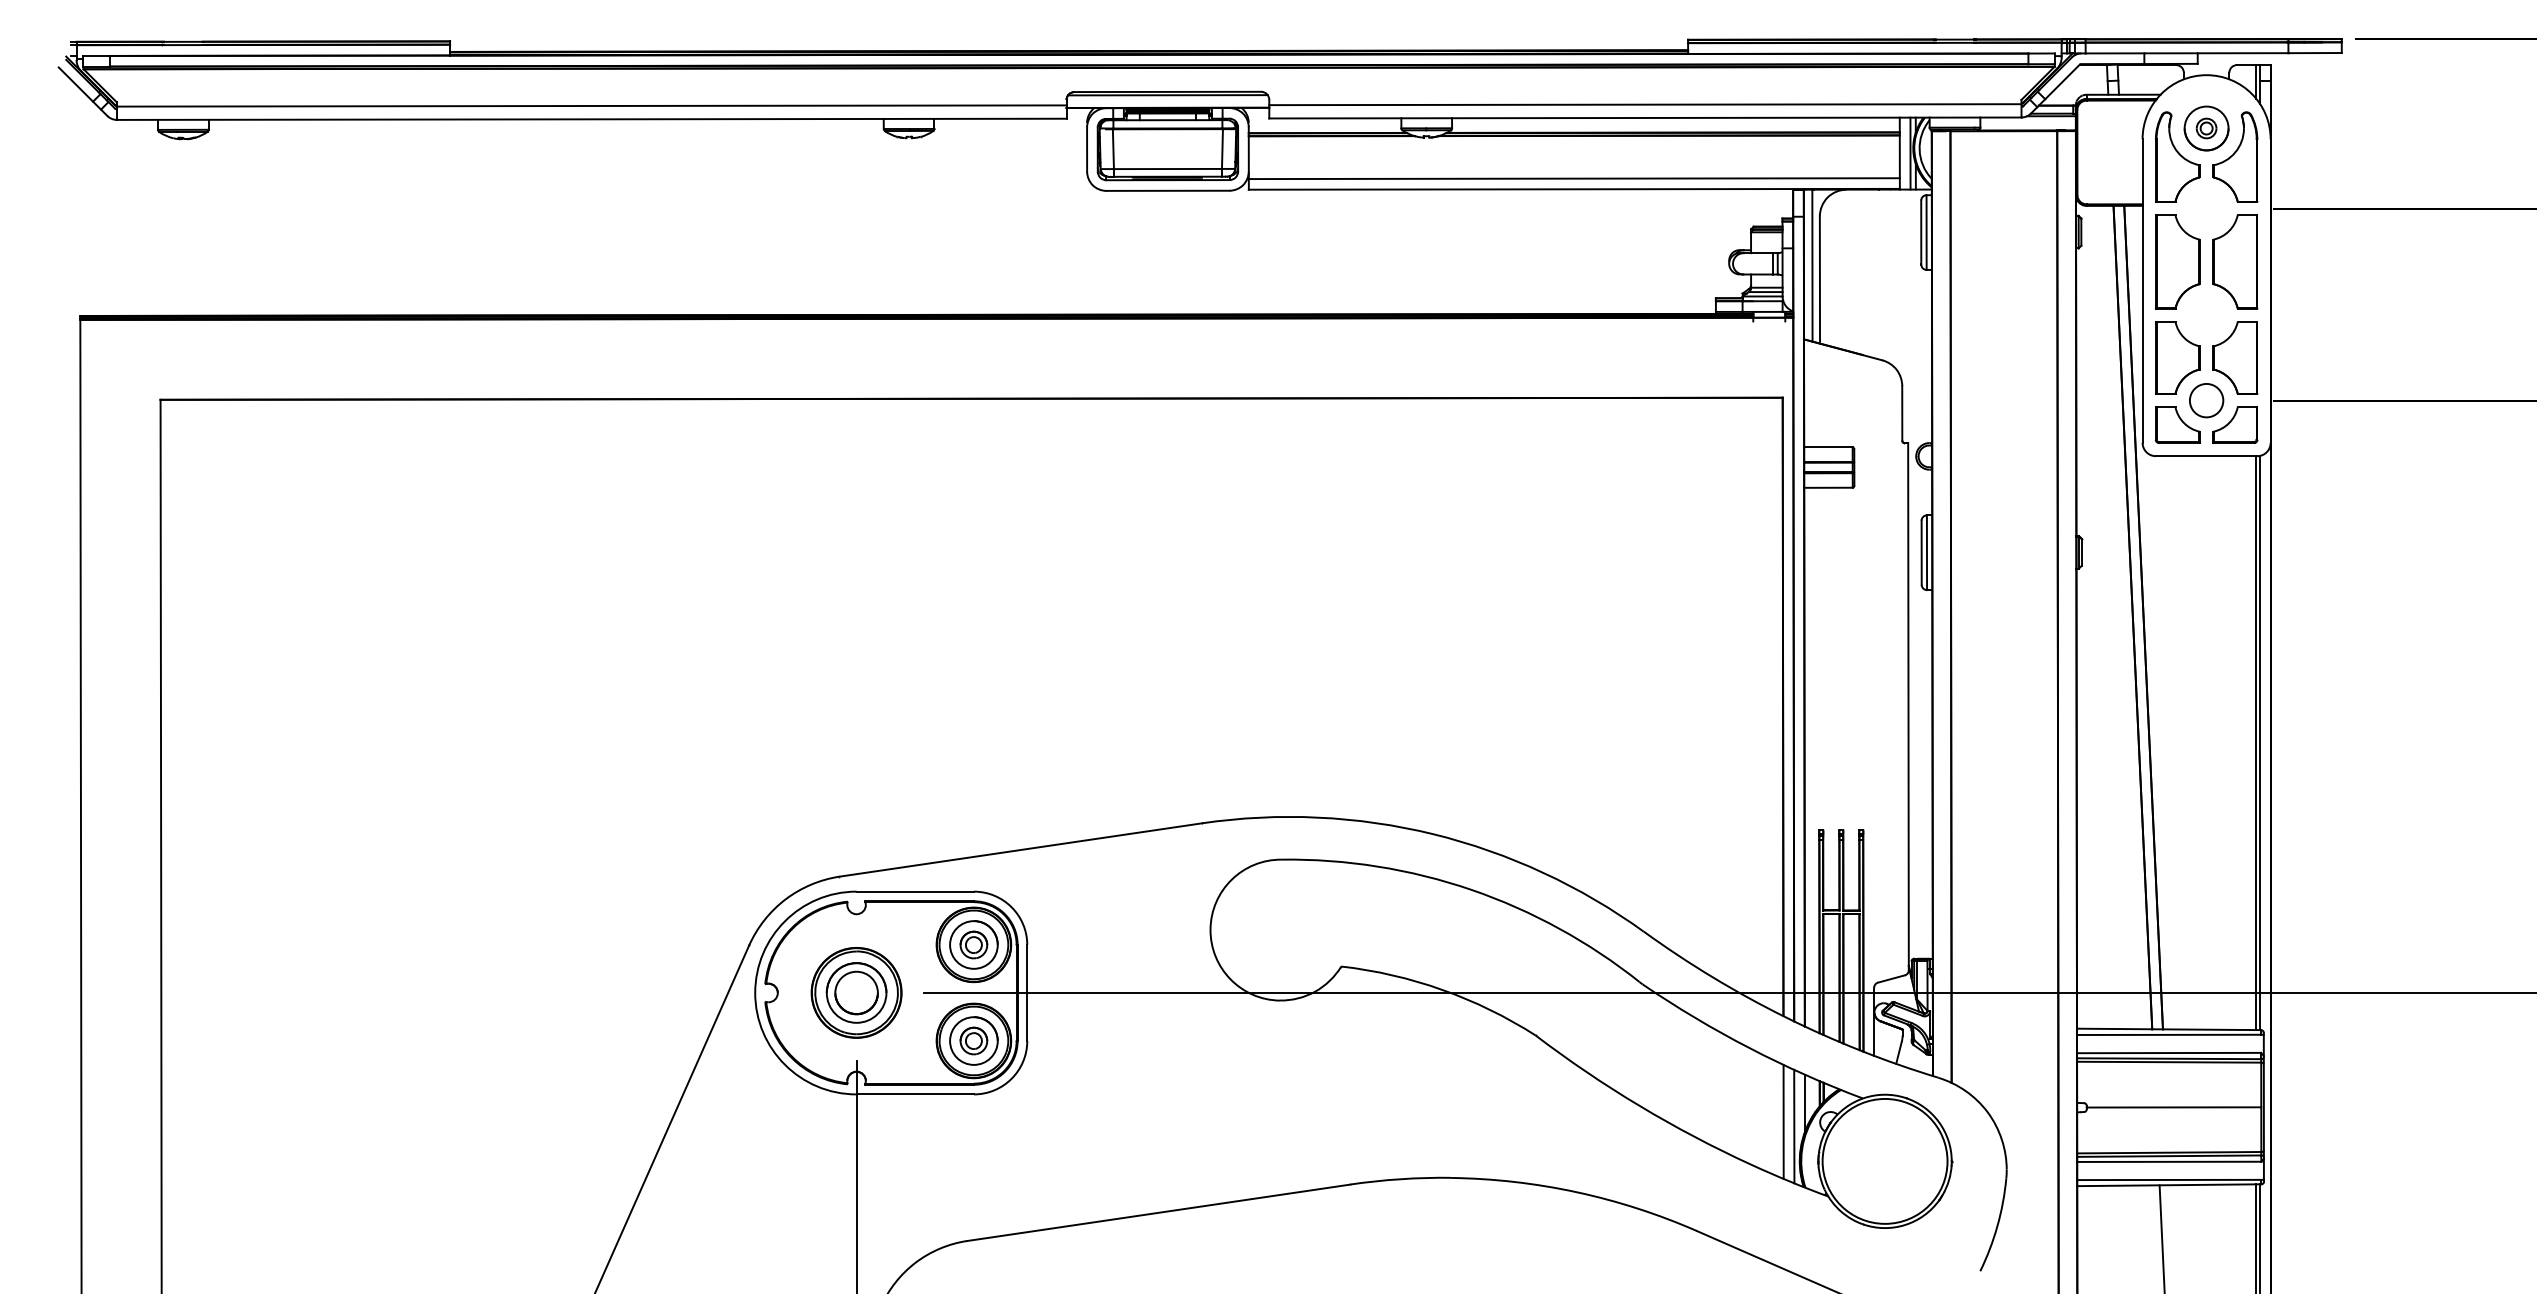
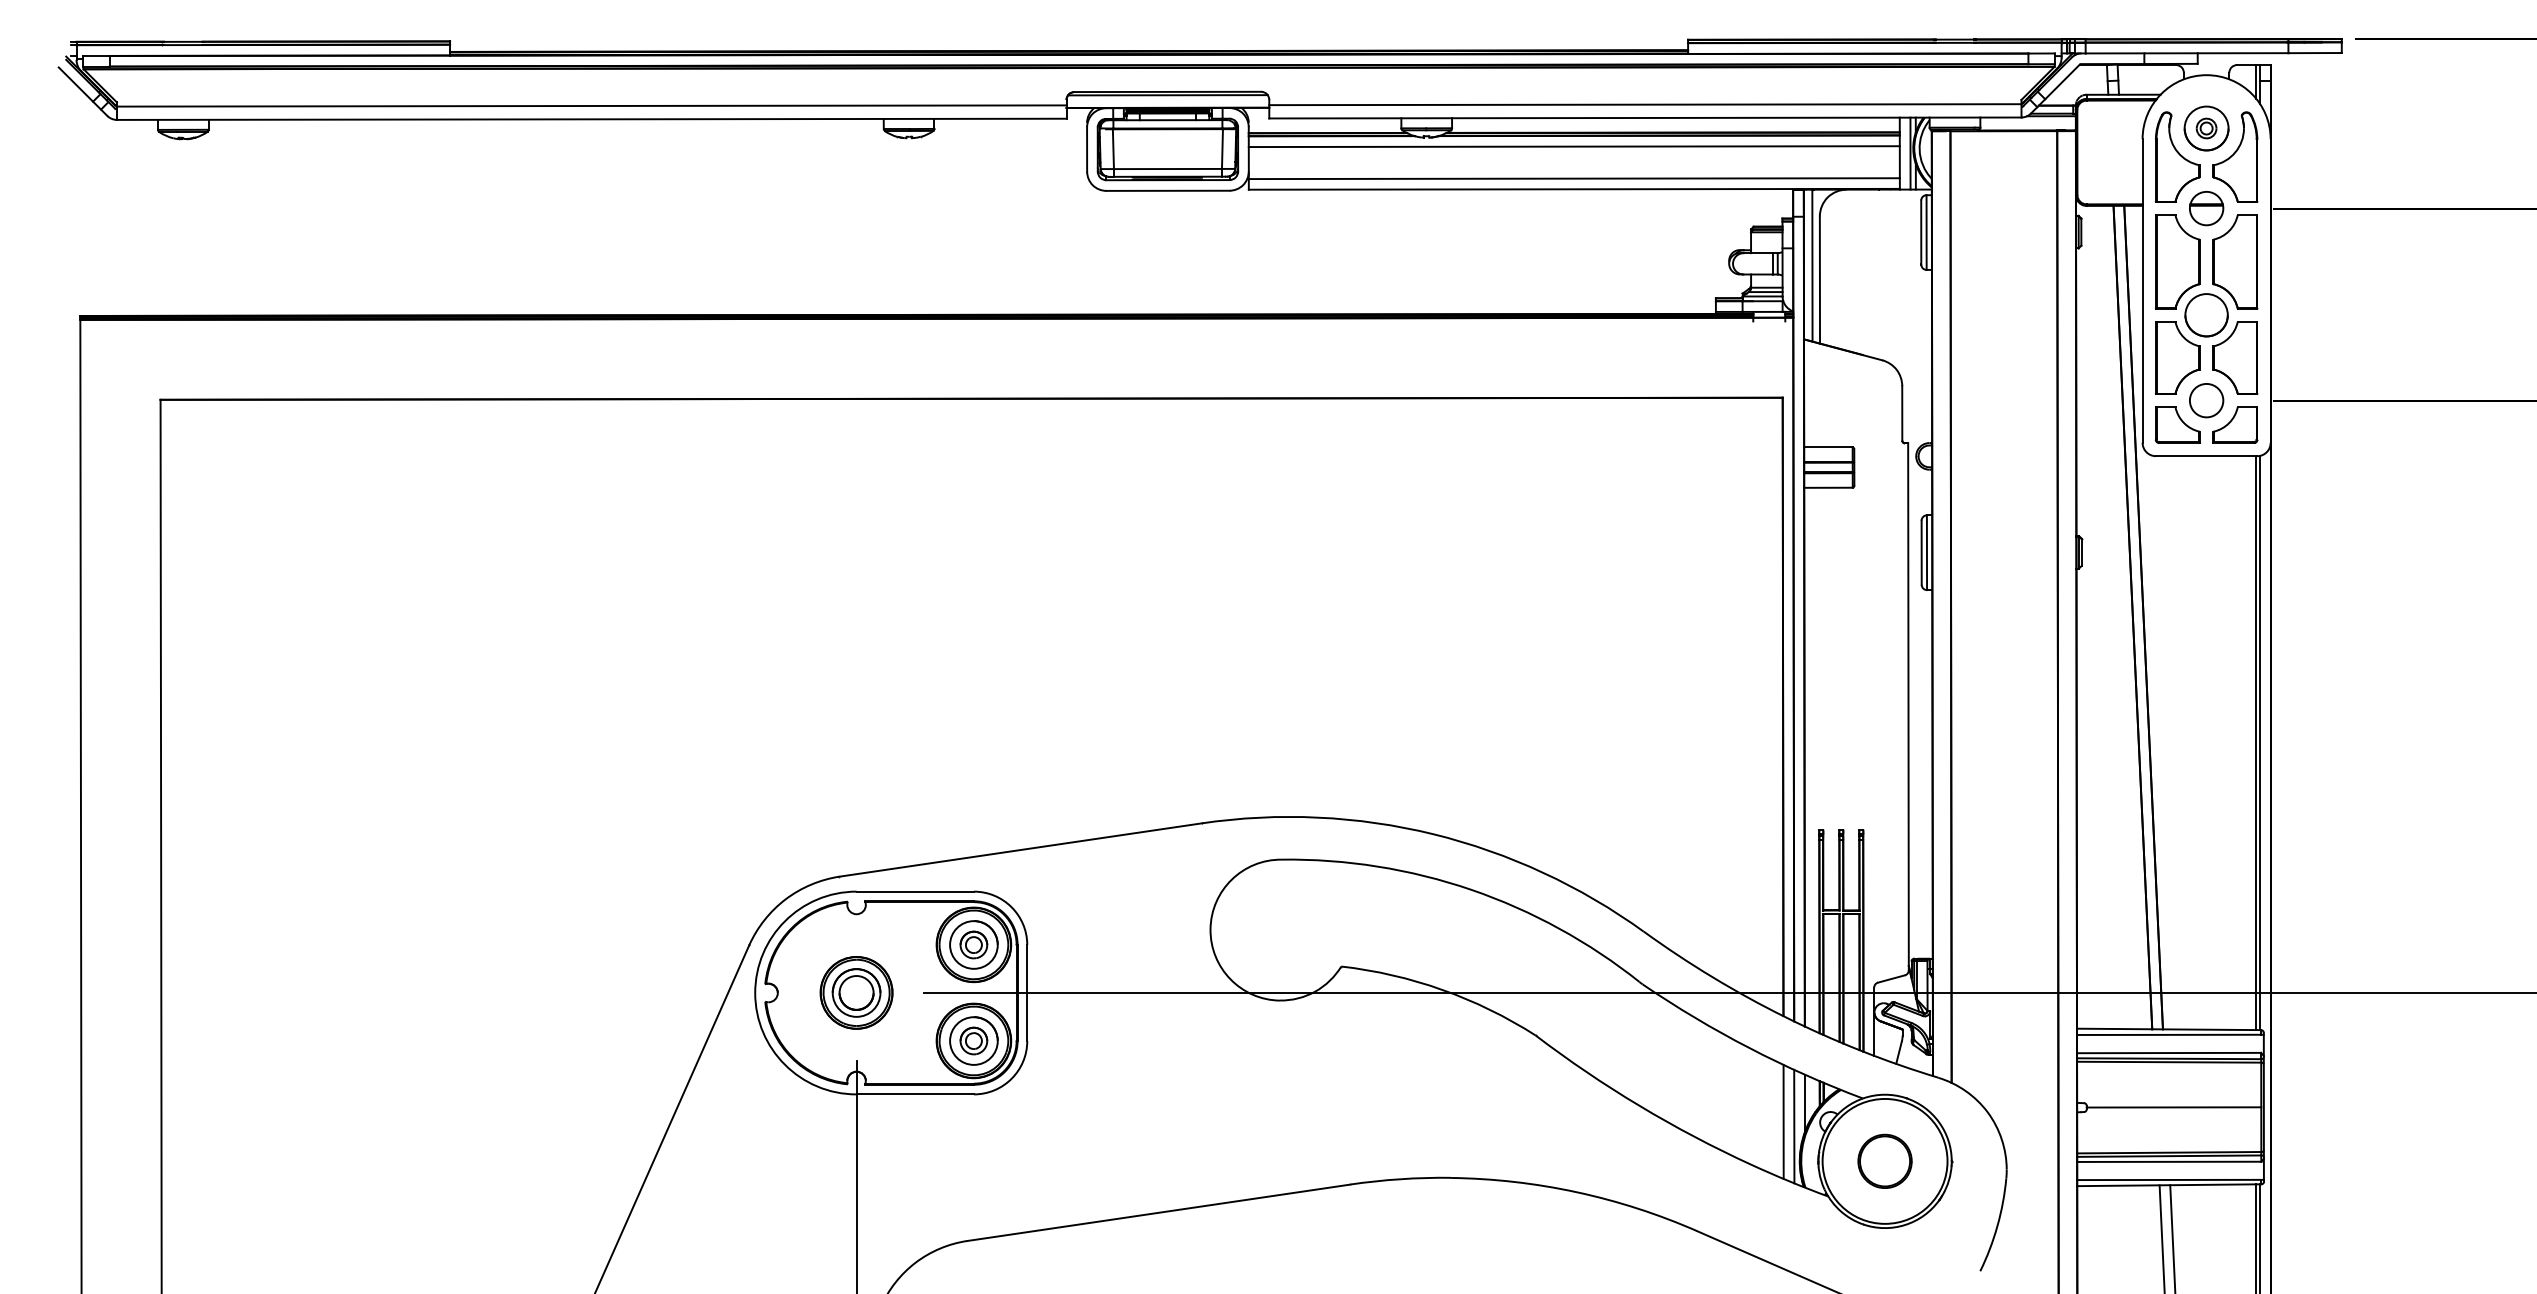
line at (1573, 146): none -> present
part at (2206, 208): none -> present
circle at (2206, 315): none -> present
part at (856, 992) size: 93x92 px -> 75x74 px
part at (1884, 1160): none -> present
line at (2172, 1237): none -> present
